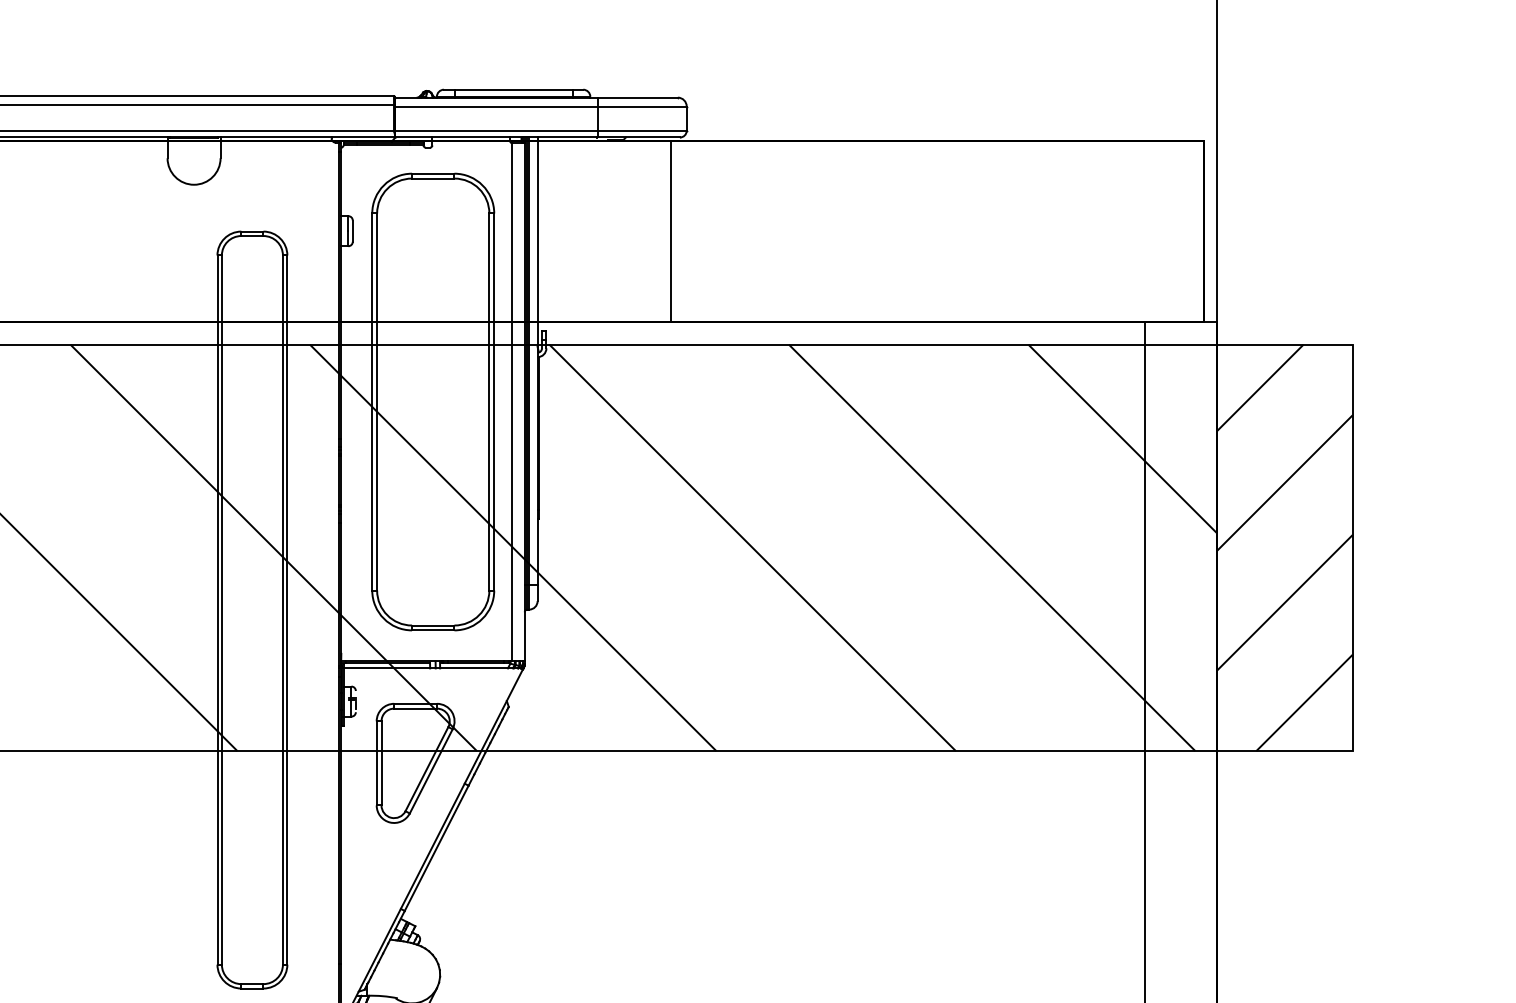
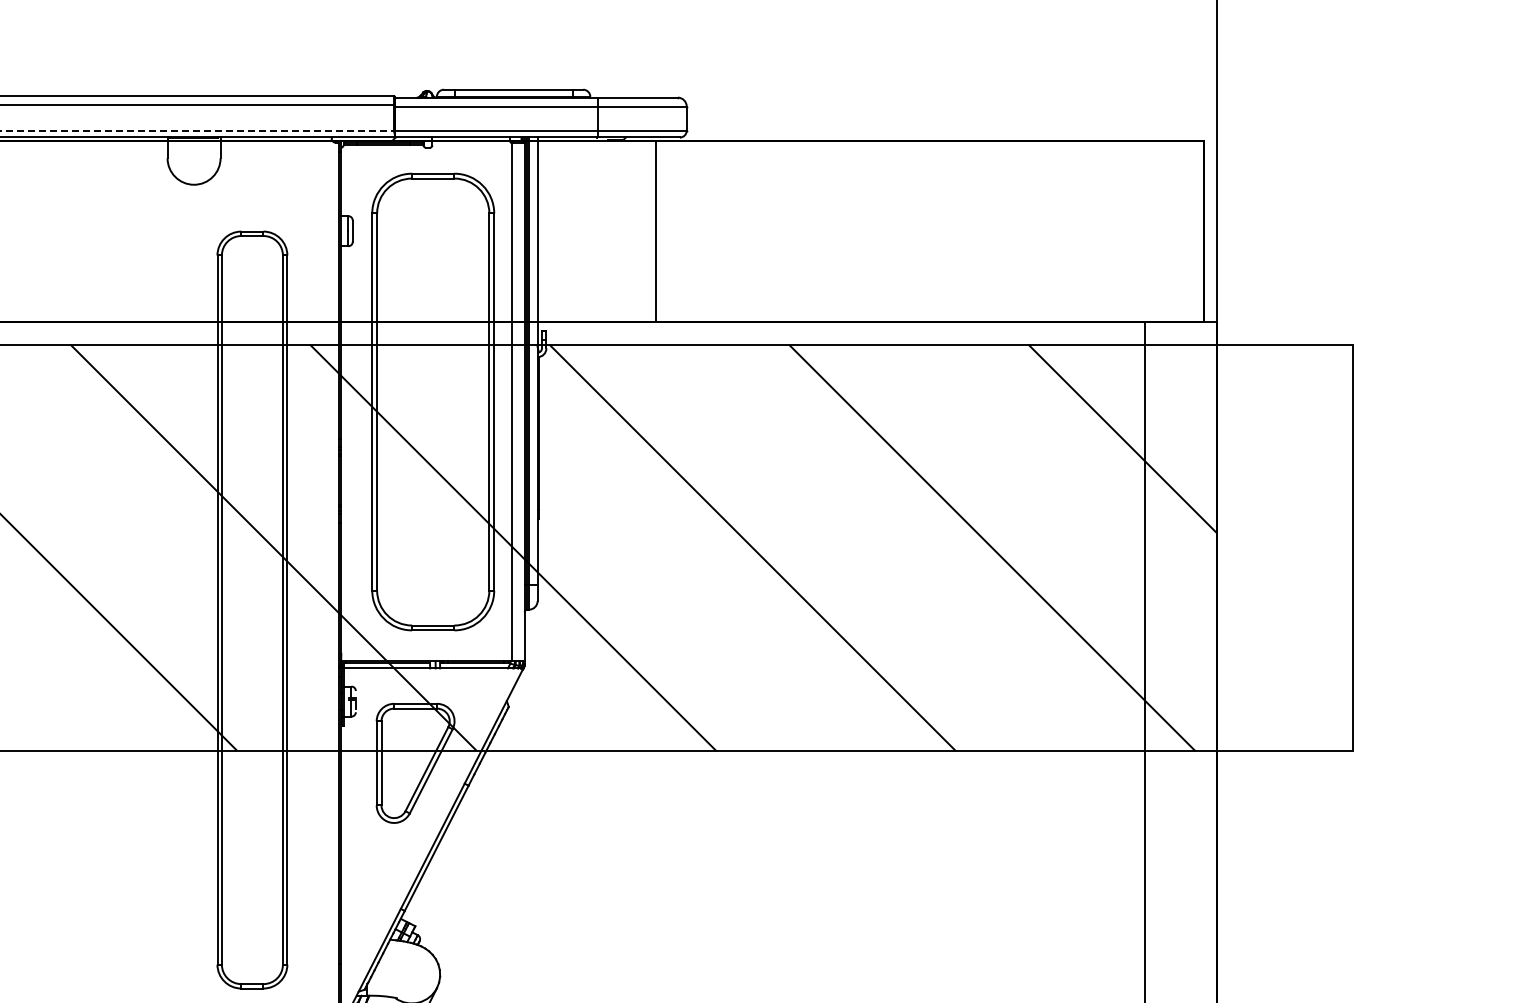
line at (197, 130): solid -> dashed
line at (670, 231) position: (670, 231) -> (655, 231)
hatch at (1284, 547): present -> none
